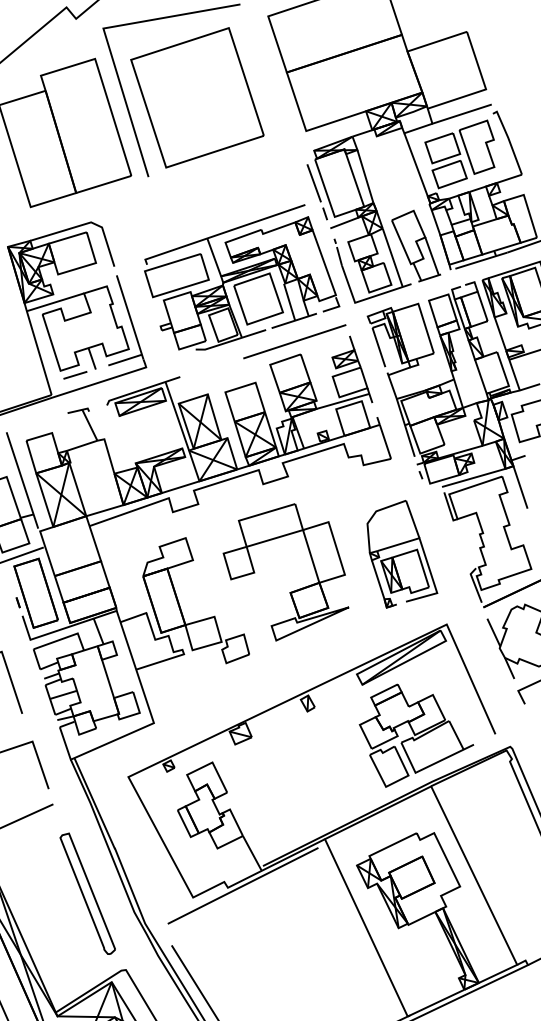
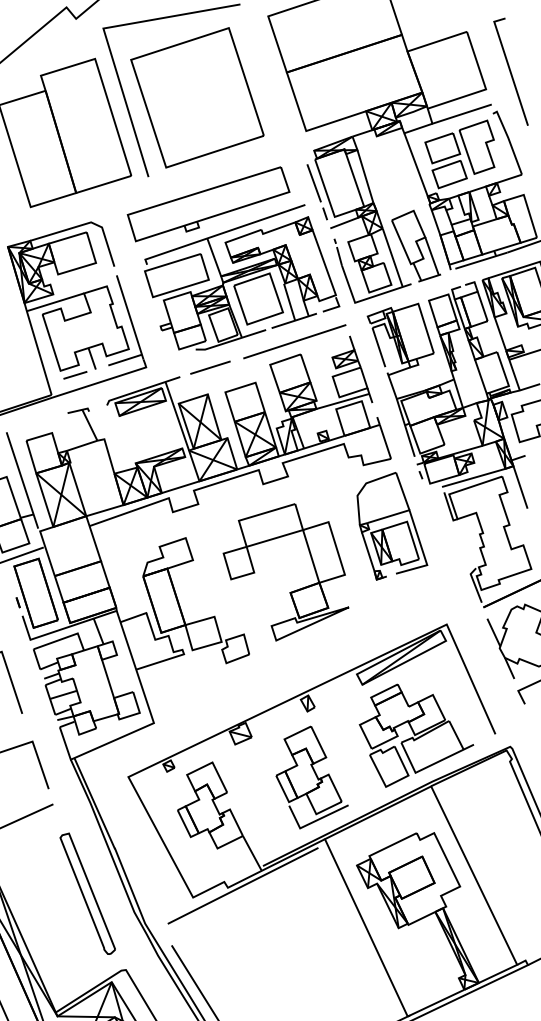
line at (510, 71): none -> present
part at (208, 204): none -> present
line at (210, 367): none -> present
part at (402, 554) position: (402, 554) -> (392, 526)
part at (311, 777): none -> present
